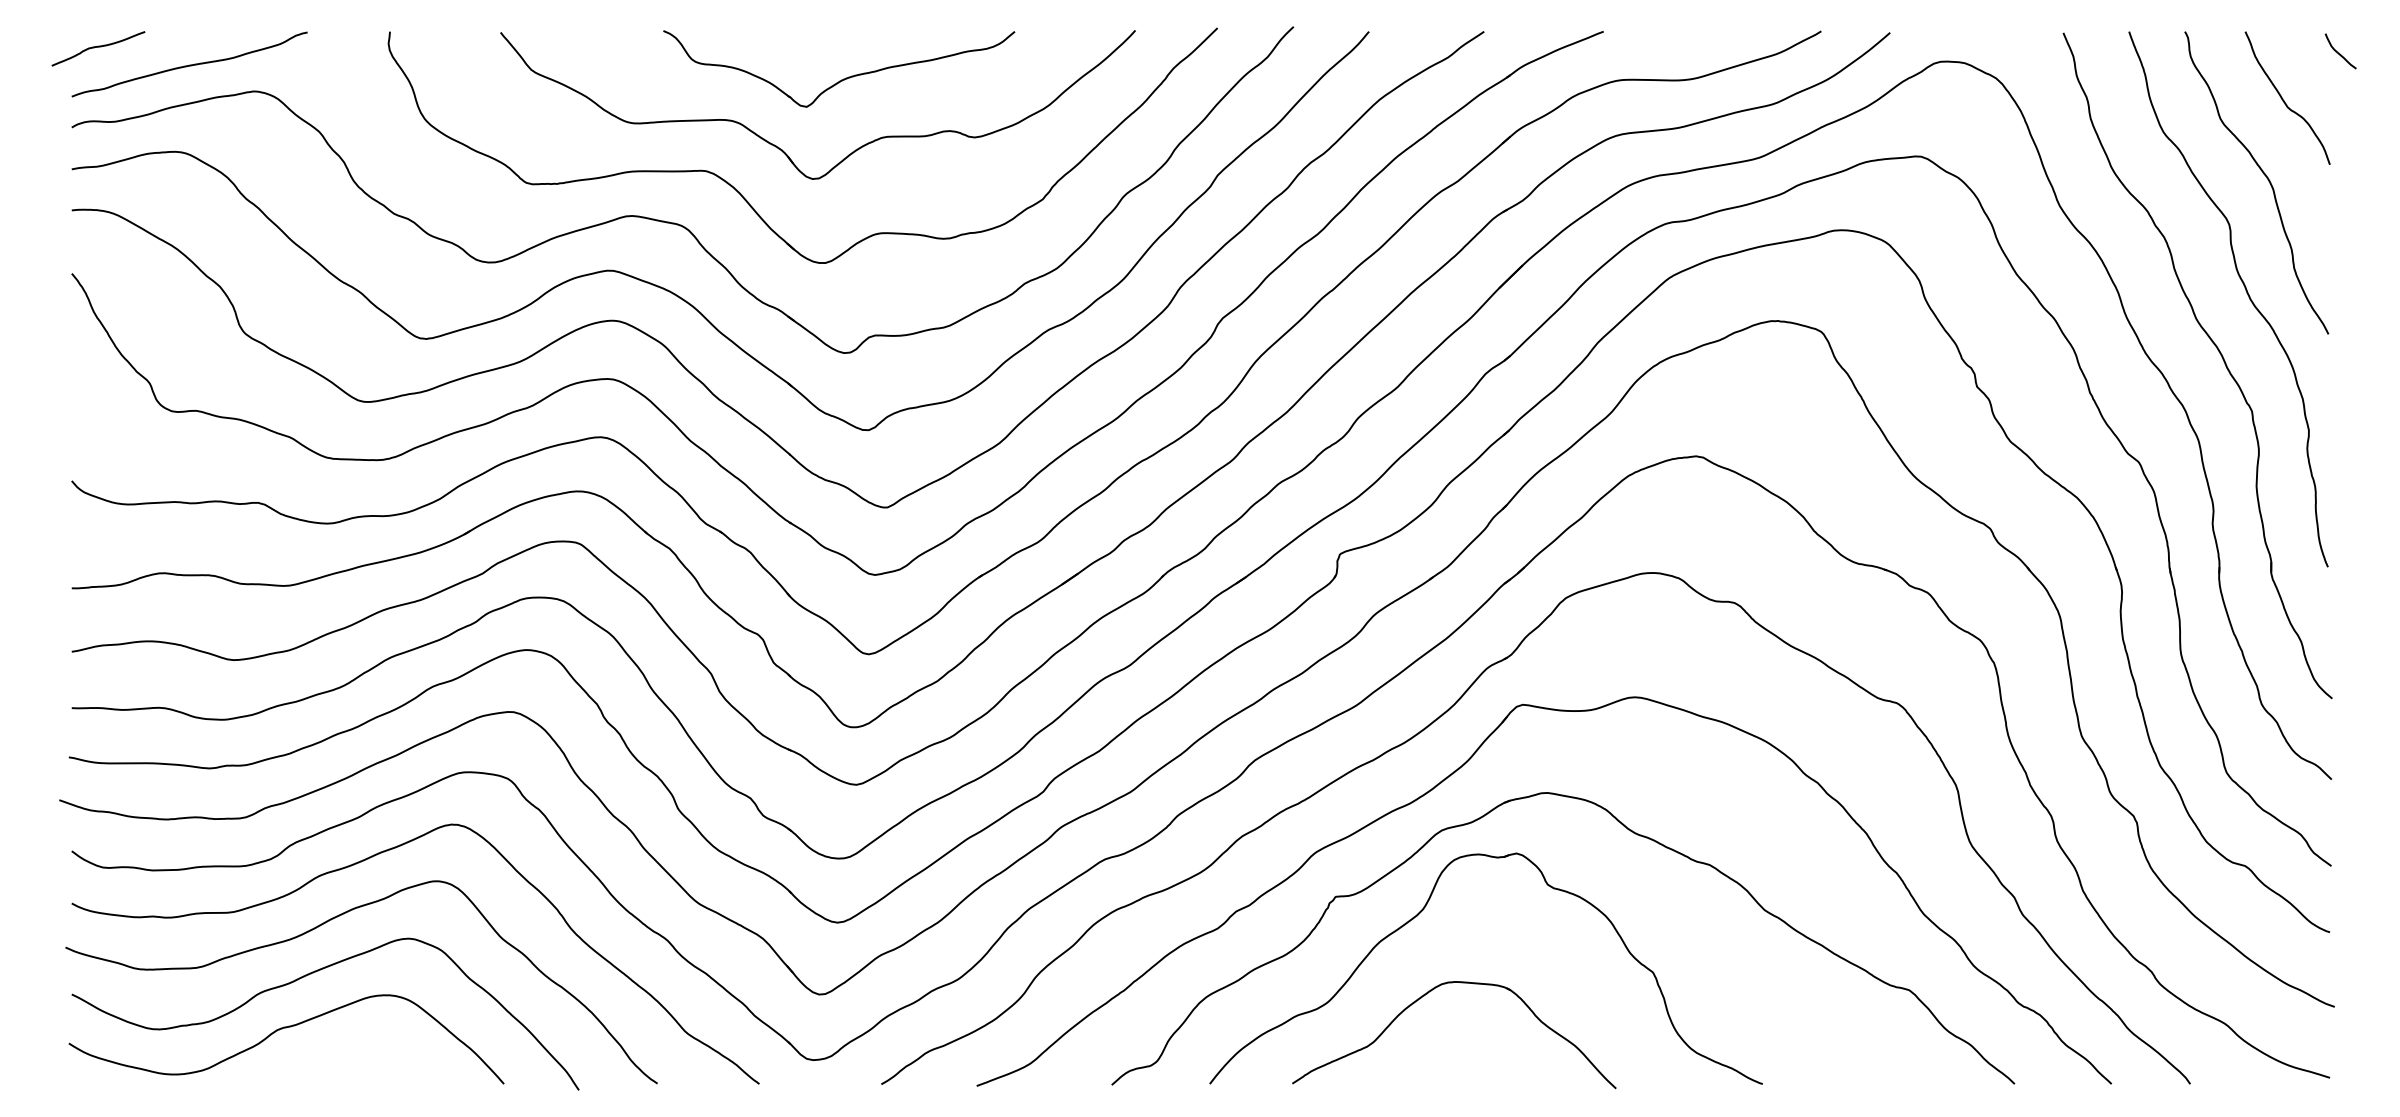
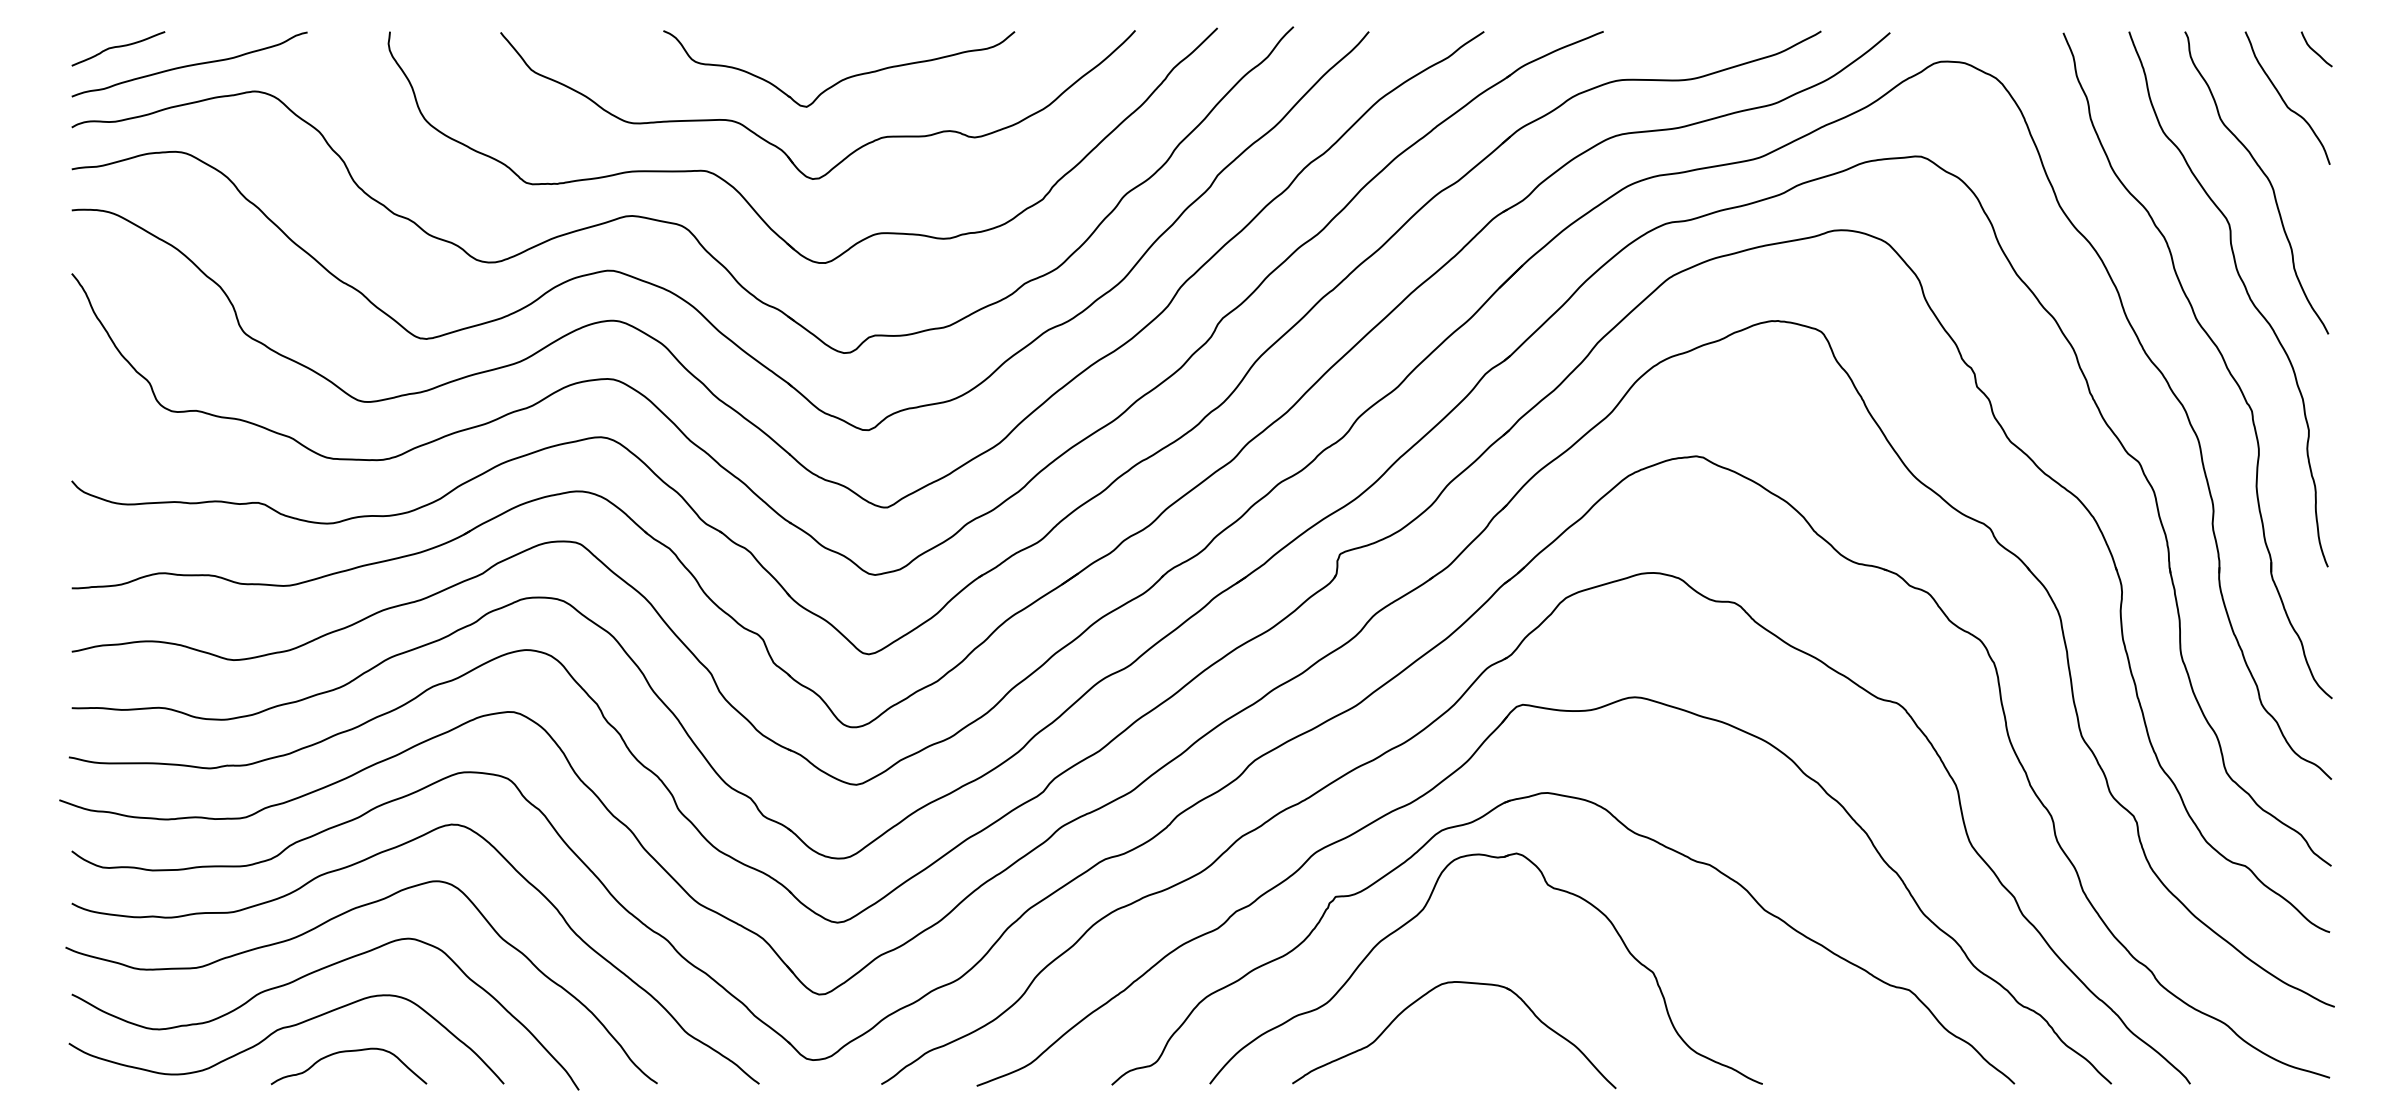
curve at (98, 47) position: (98, 47) -> (118, 47)
curve at (2340, 53) position: (2340, 53) -> (2316, 51)
curve at (347, 1052): none -> present
